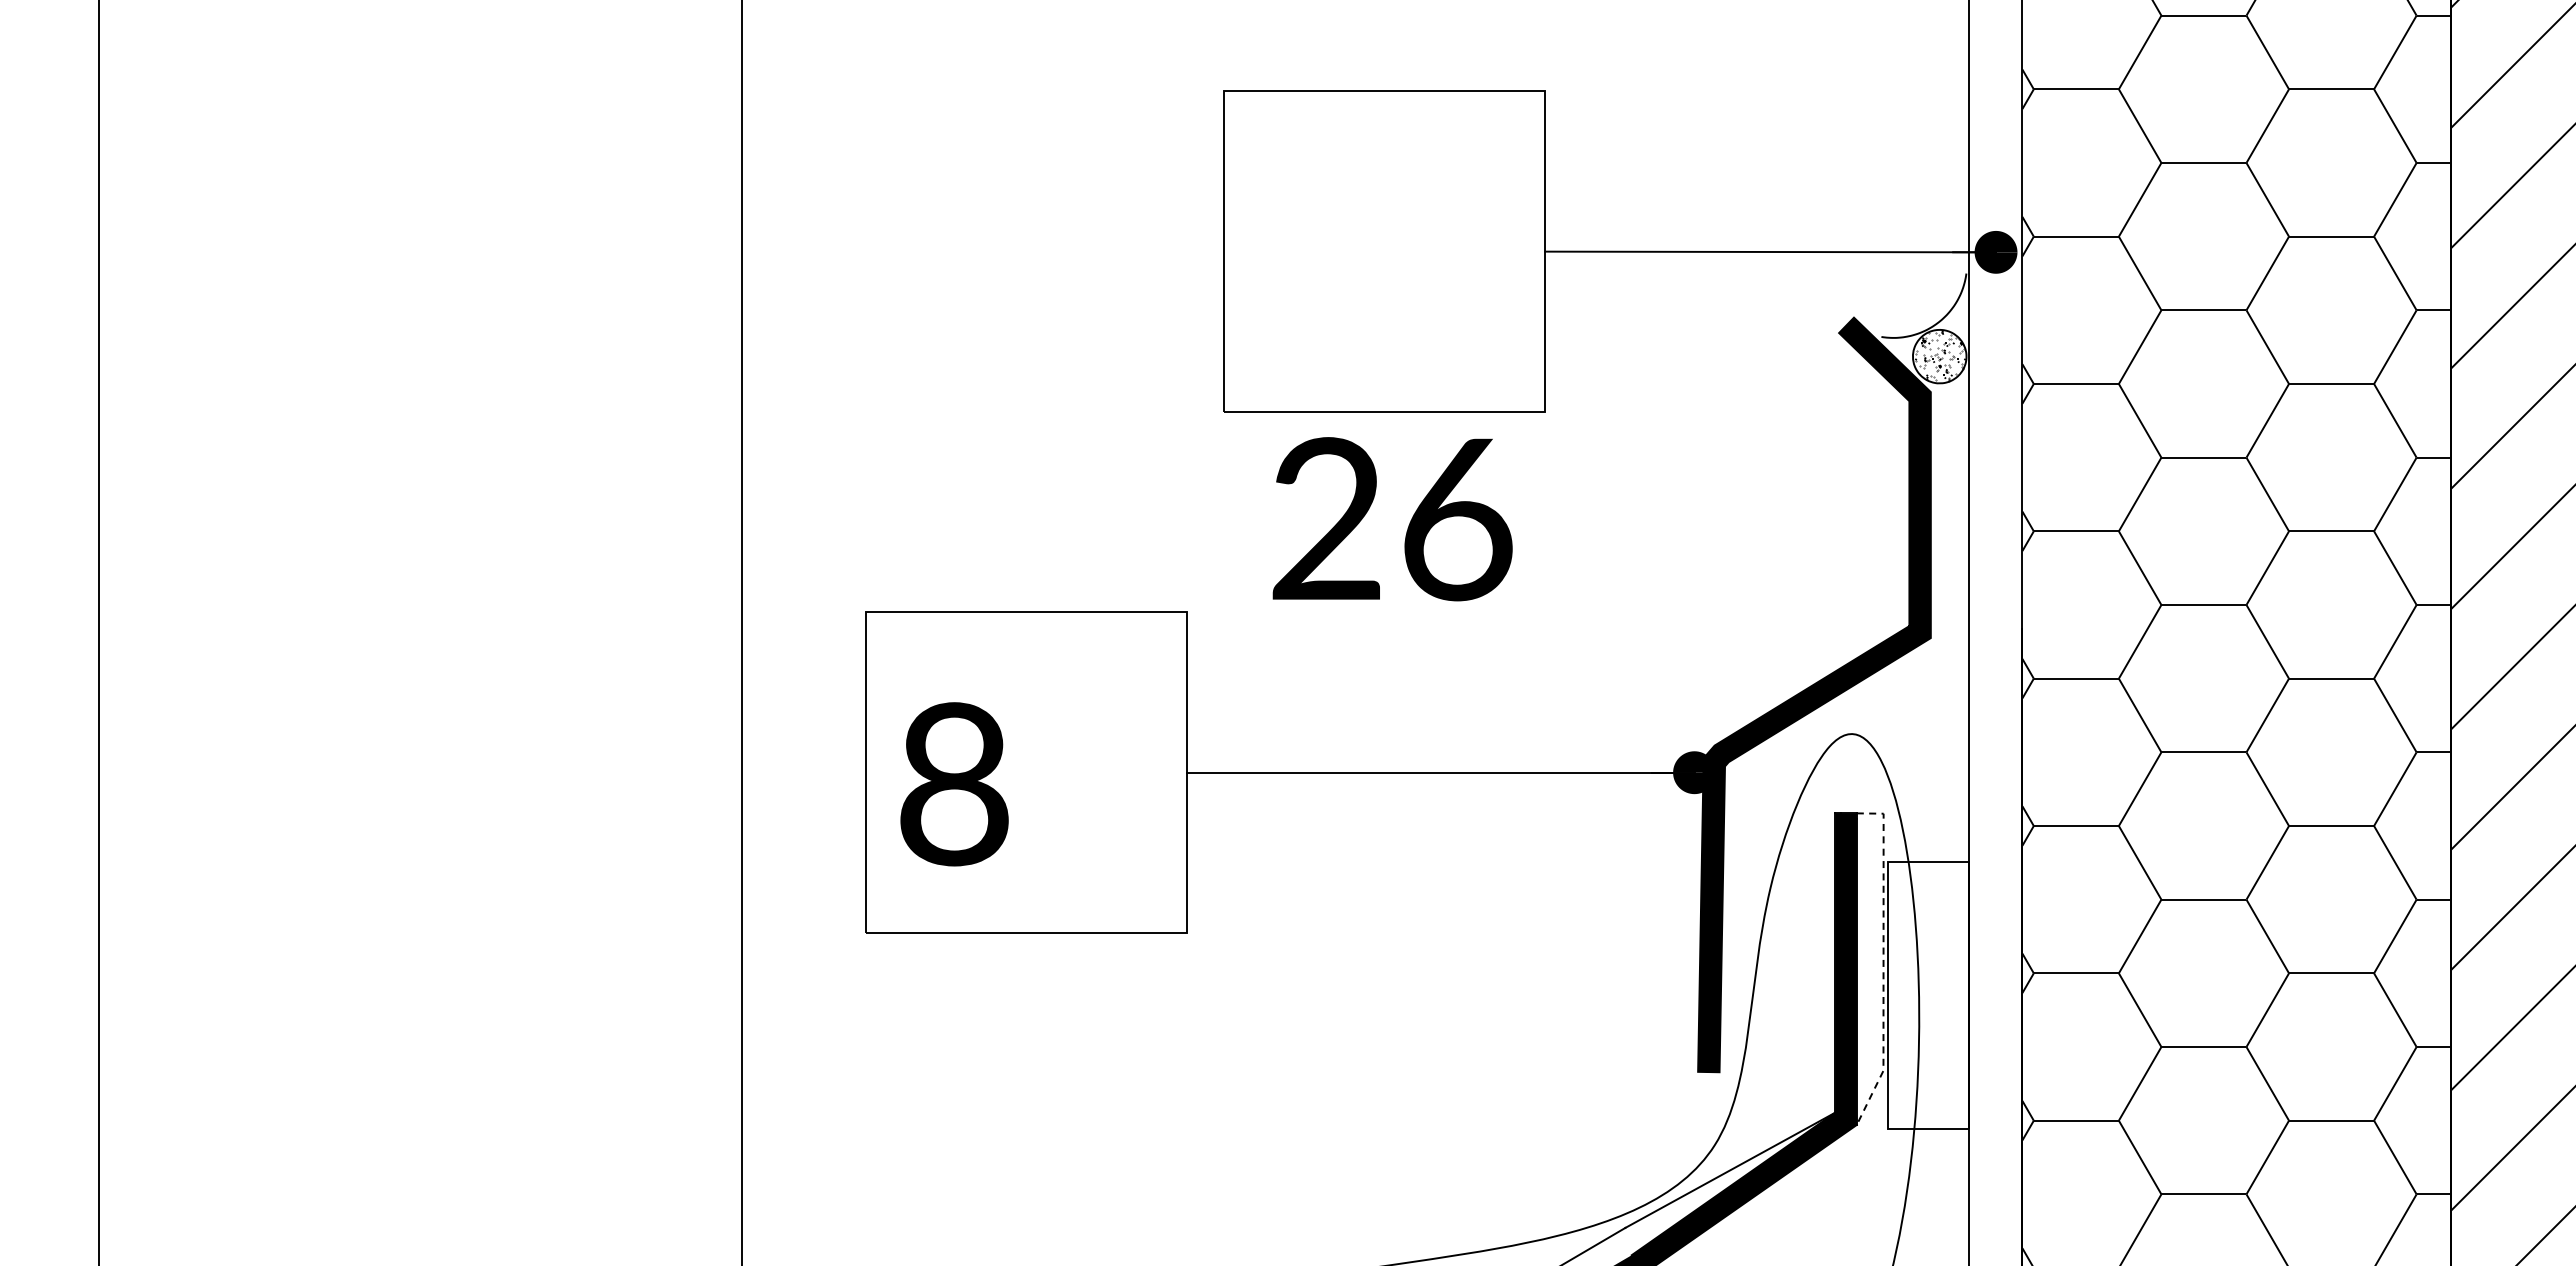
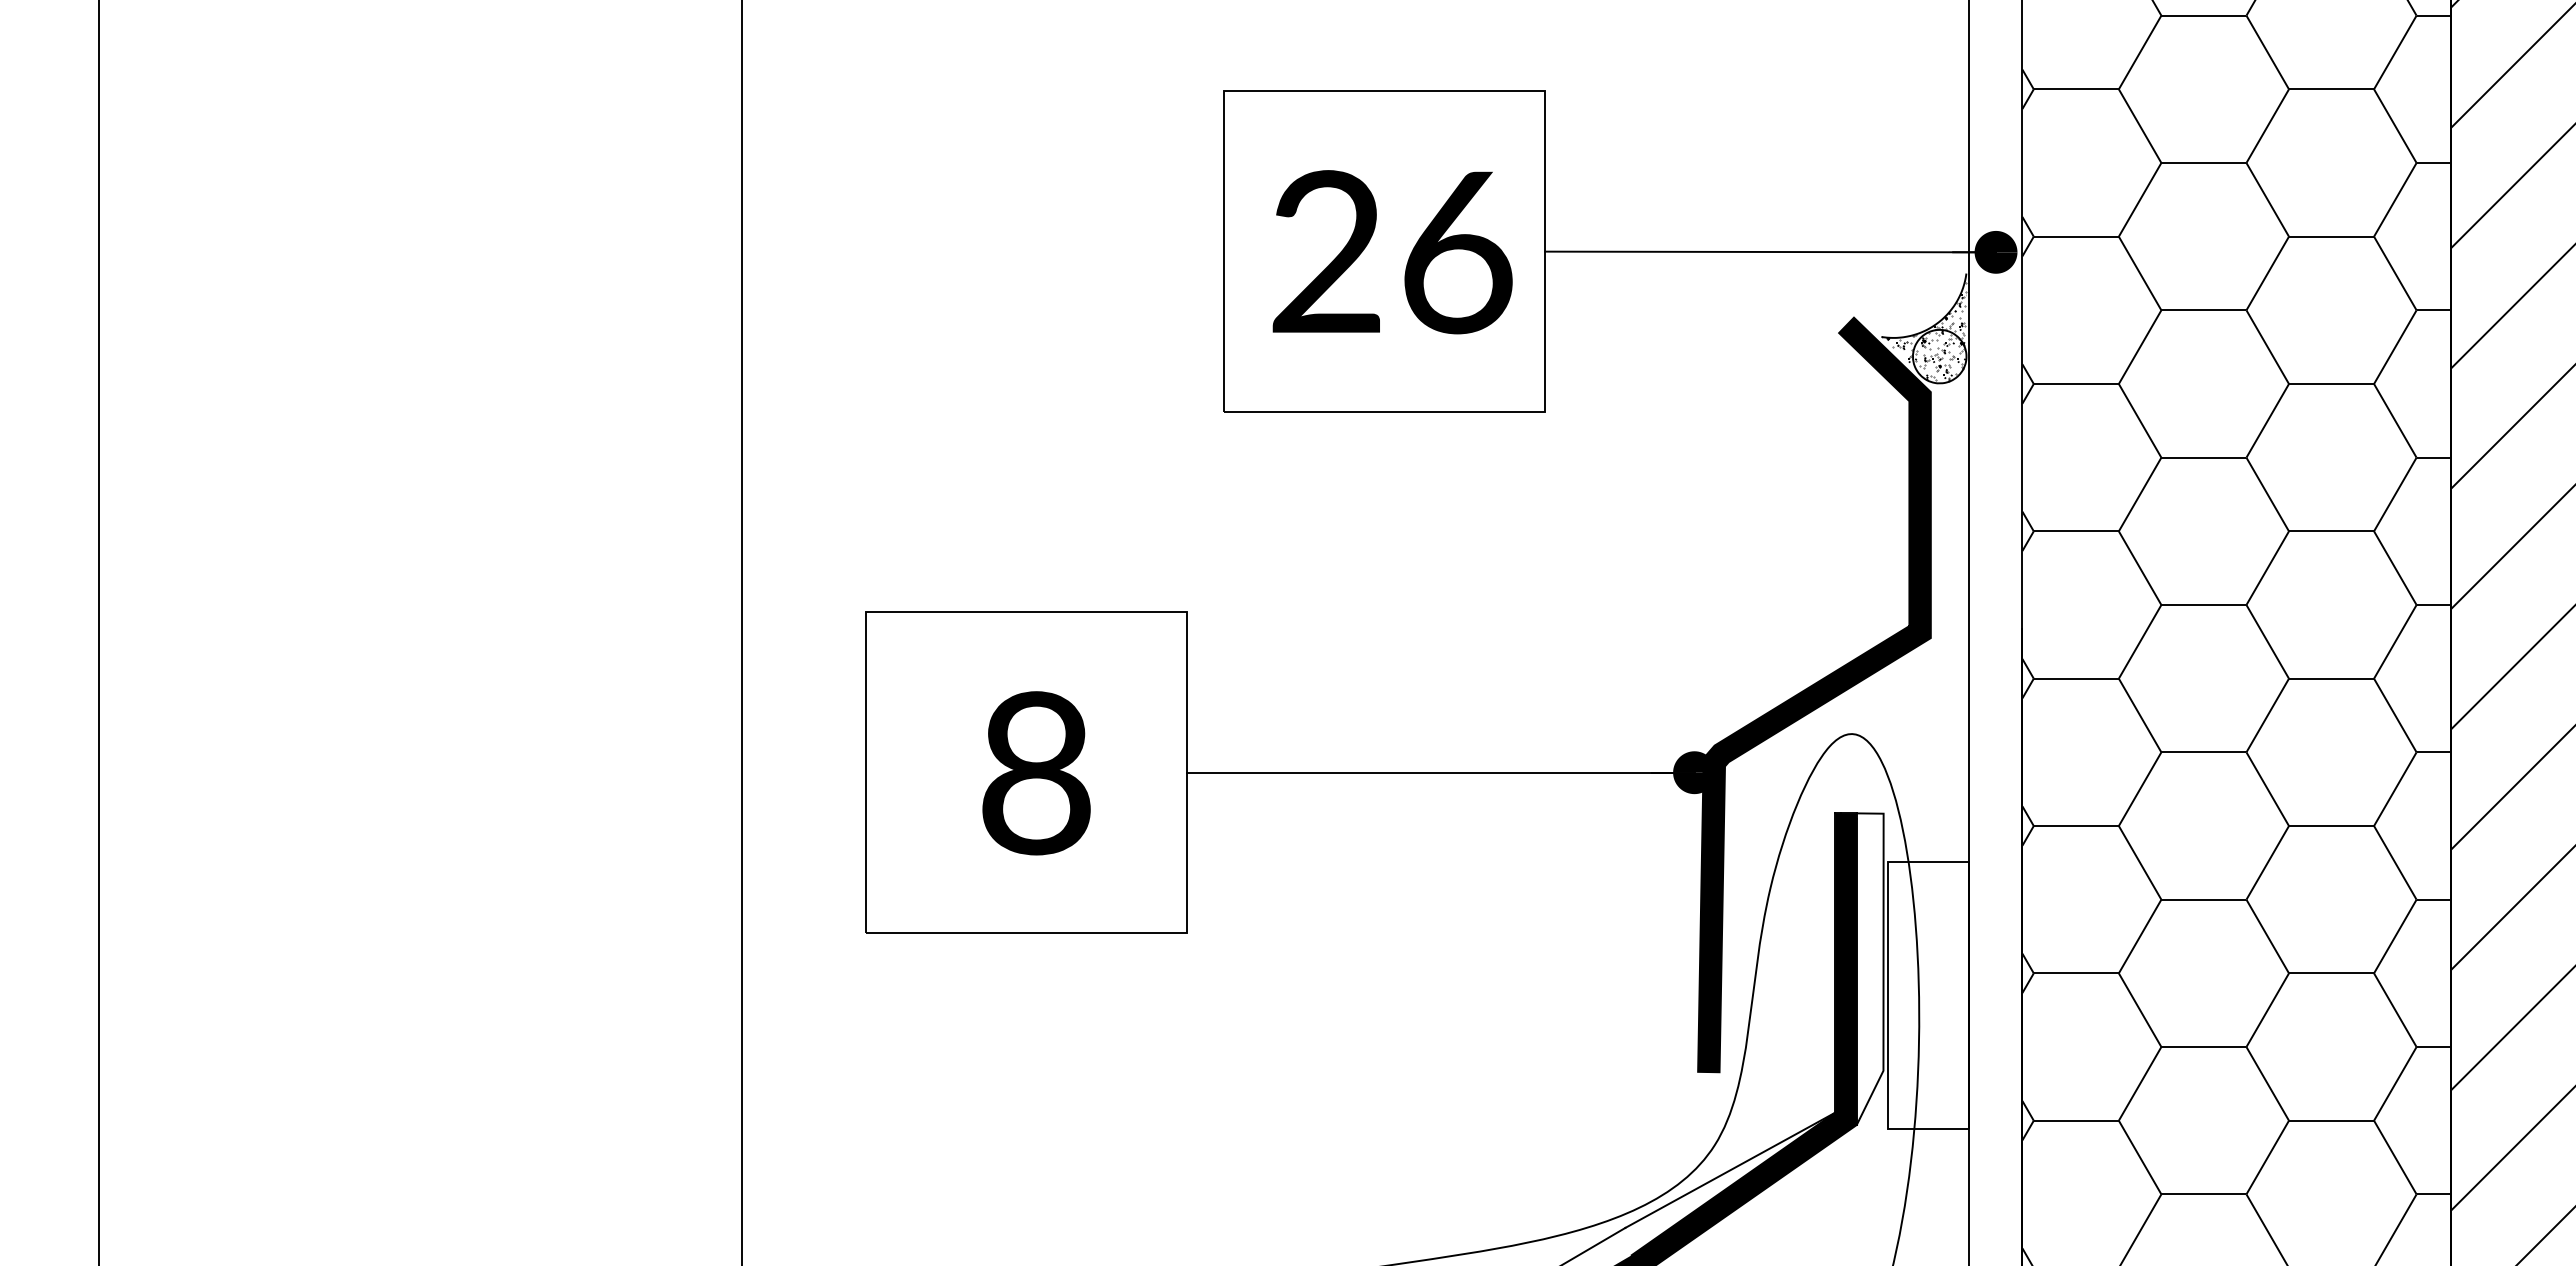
hatch at (1924, 322): none -> present
text at (1392, 519) position: (1392, 519) -> (1392, 252)
text at (954, 784) position: (954, 784) -> (1036, 773)
line at (1883, 959): dashed -> solid
